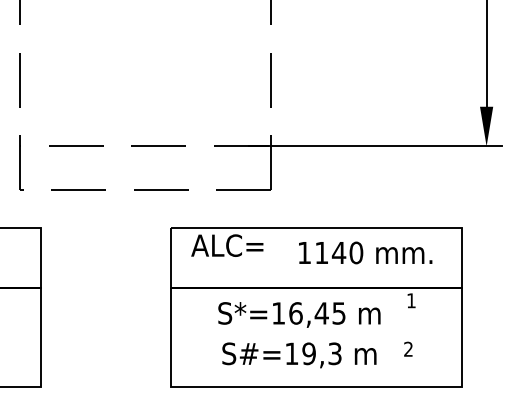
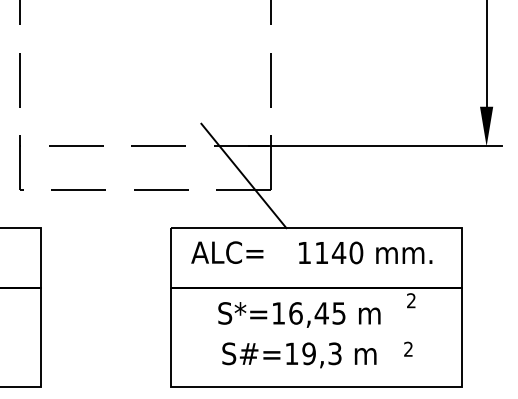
line at (243, 175): none -> present
text at (227, 245) position: (227, 245) -> (227, 252)
text at (411, 300): 1 -> 2
